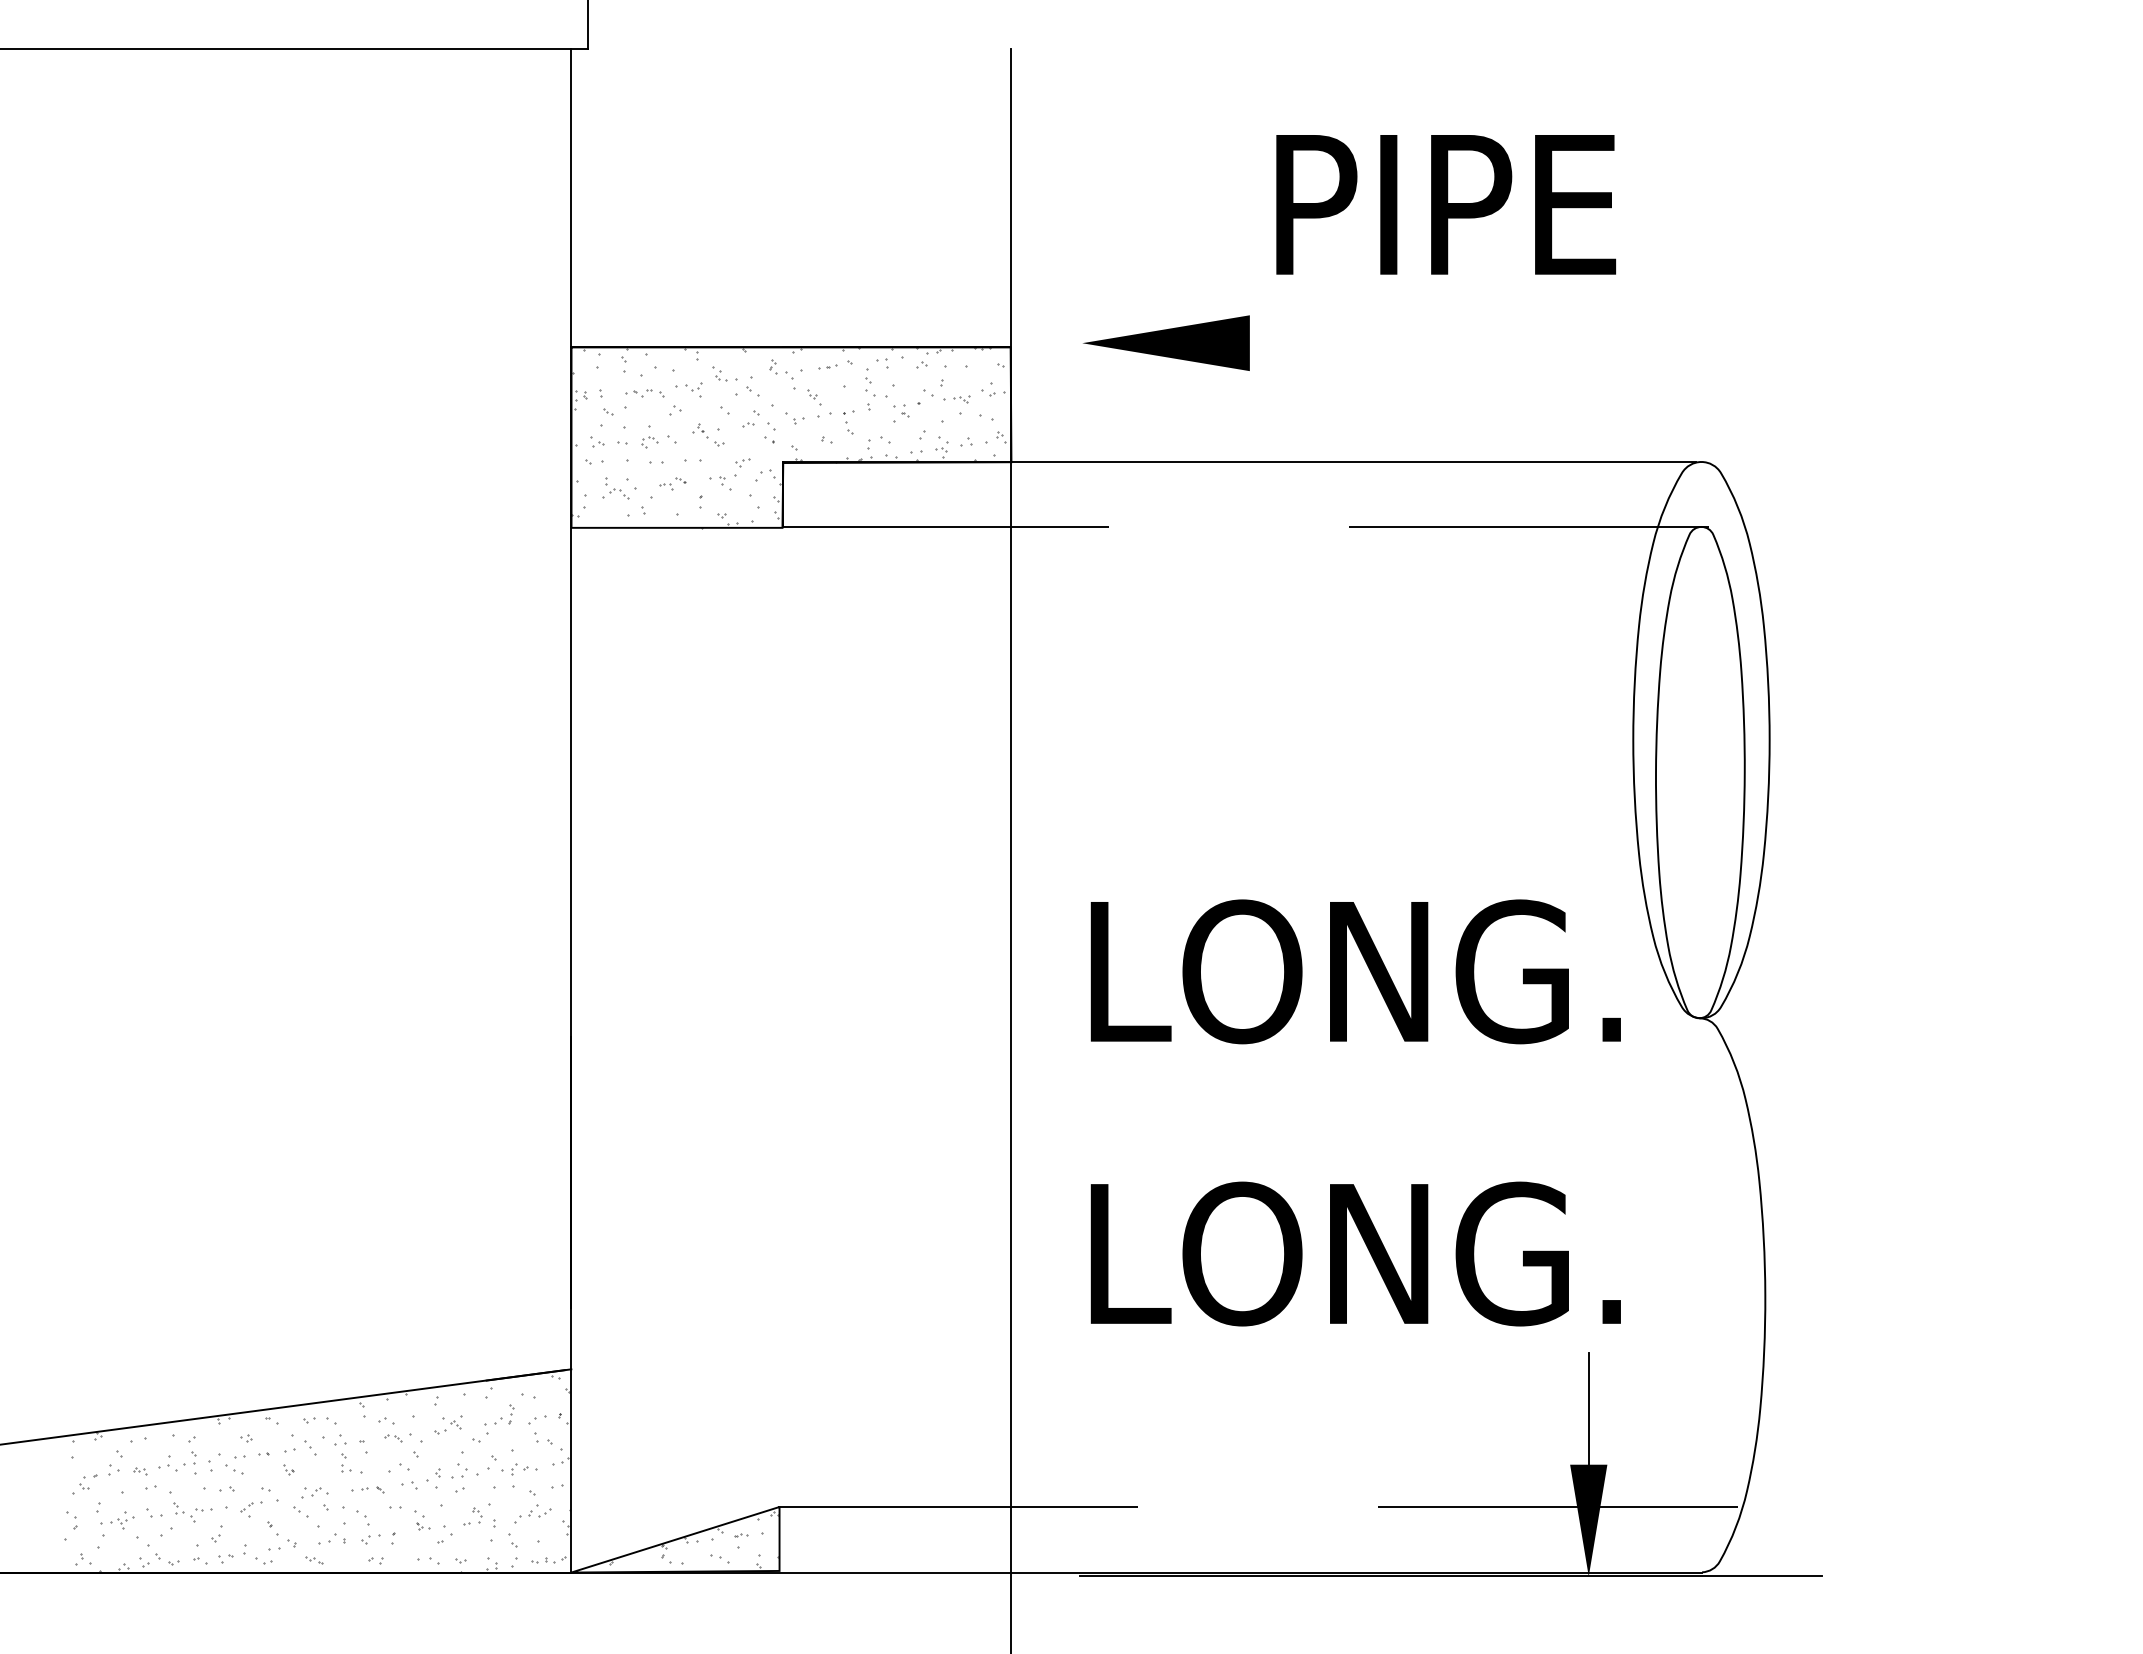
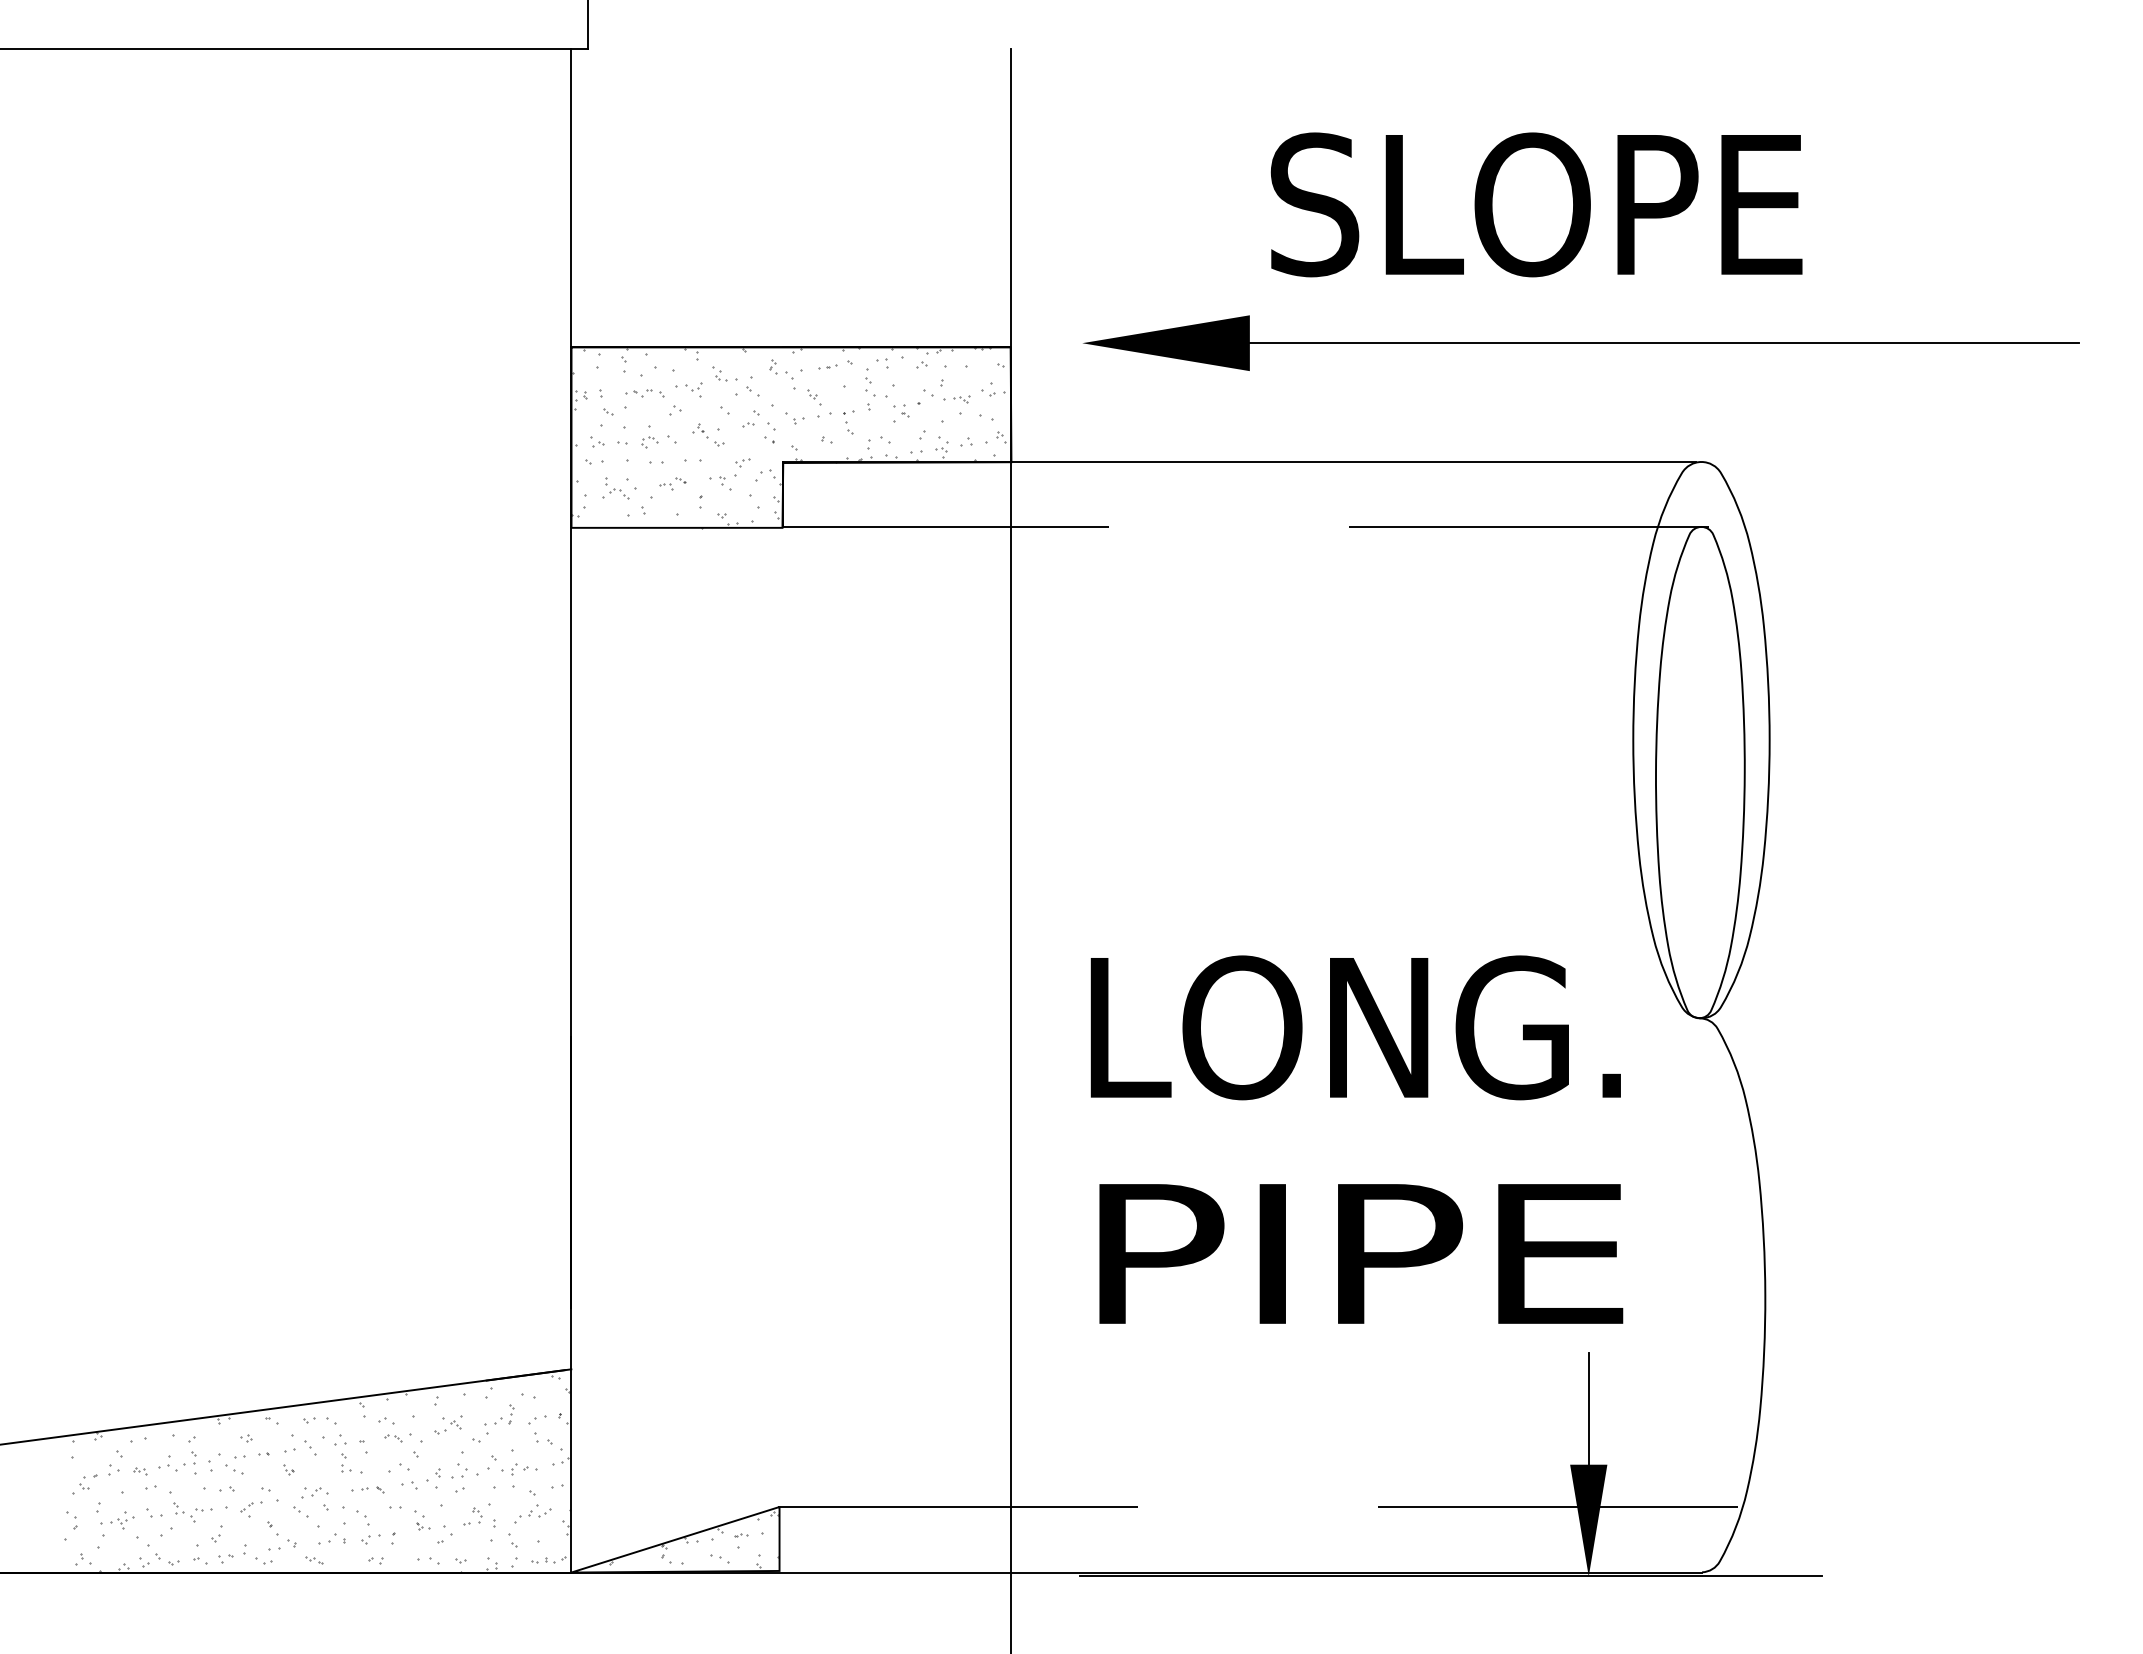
text at (1536, 204): PIPE -> SLOPE
line at (1663, 343): none -> present
text at (1355, 971) position: (1355, 971) -> (1355, 1027)
text at (1356, 1253): LONG. -> PIPE
